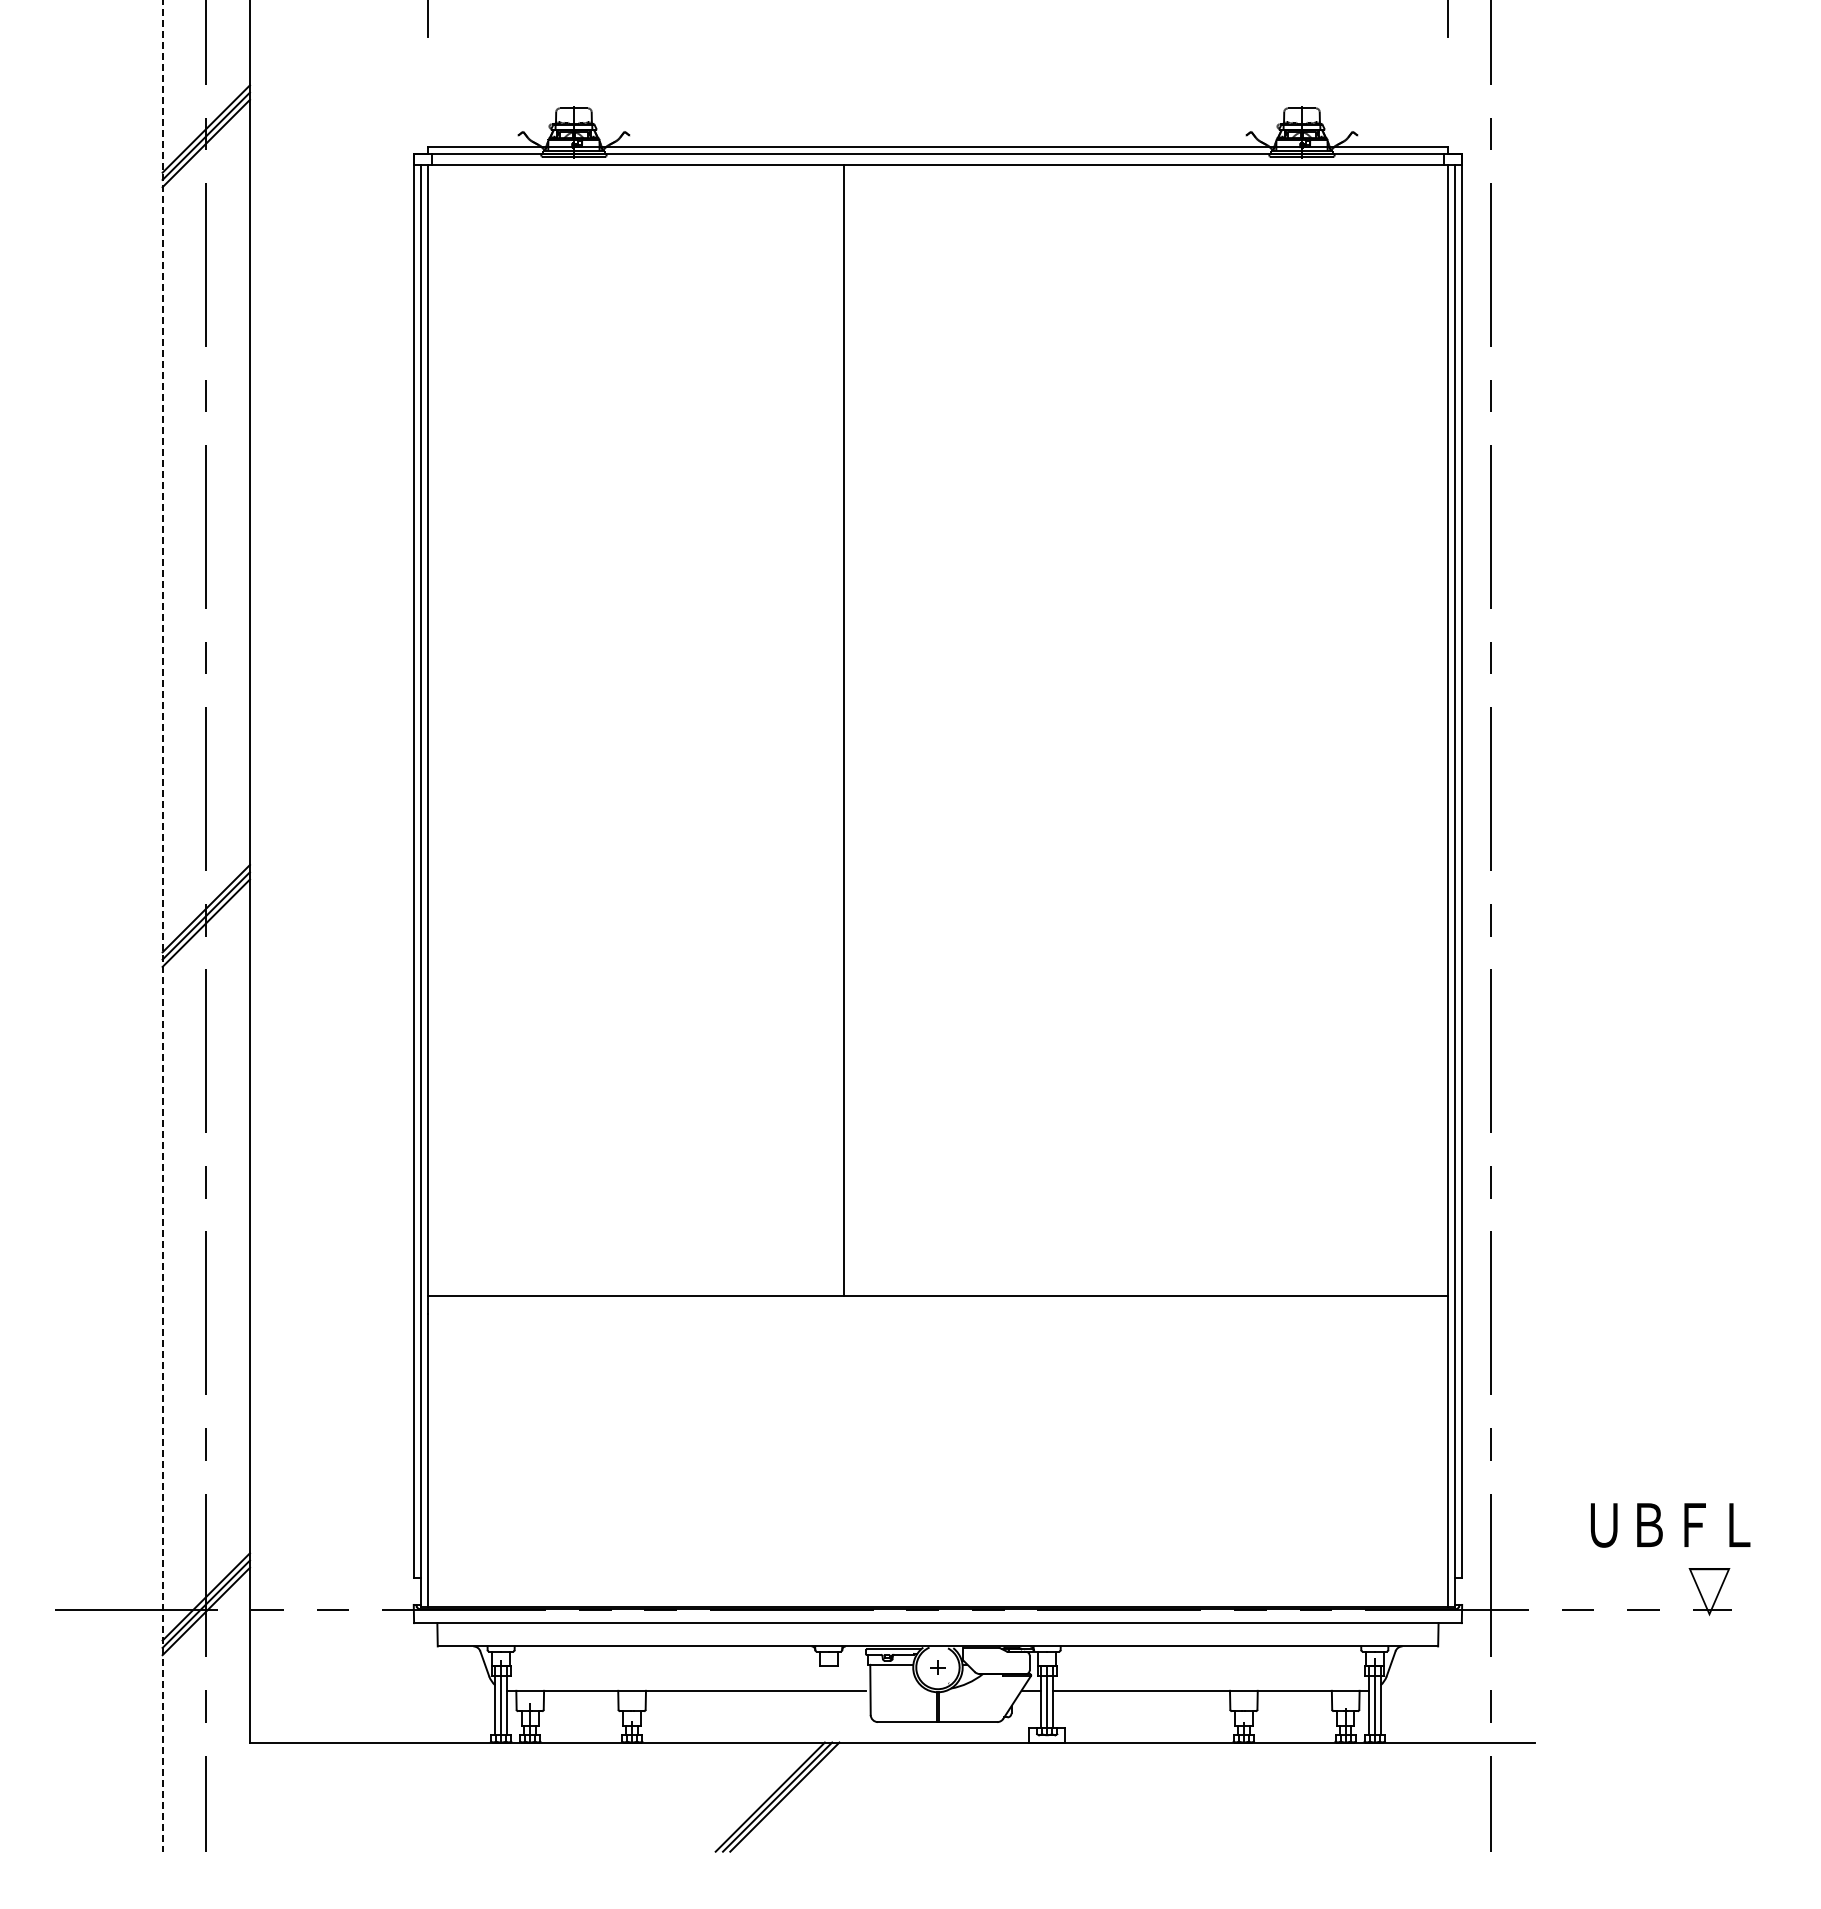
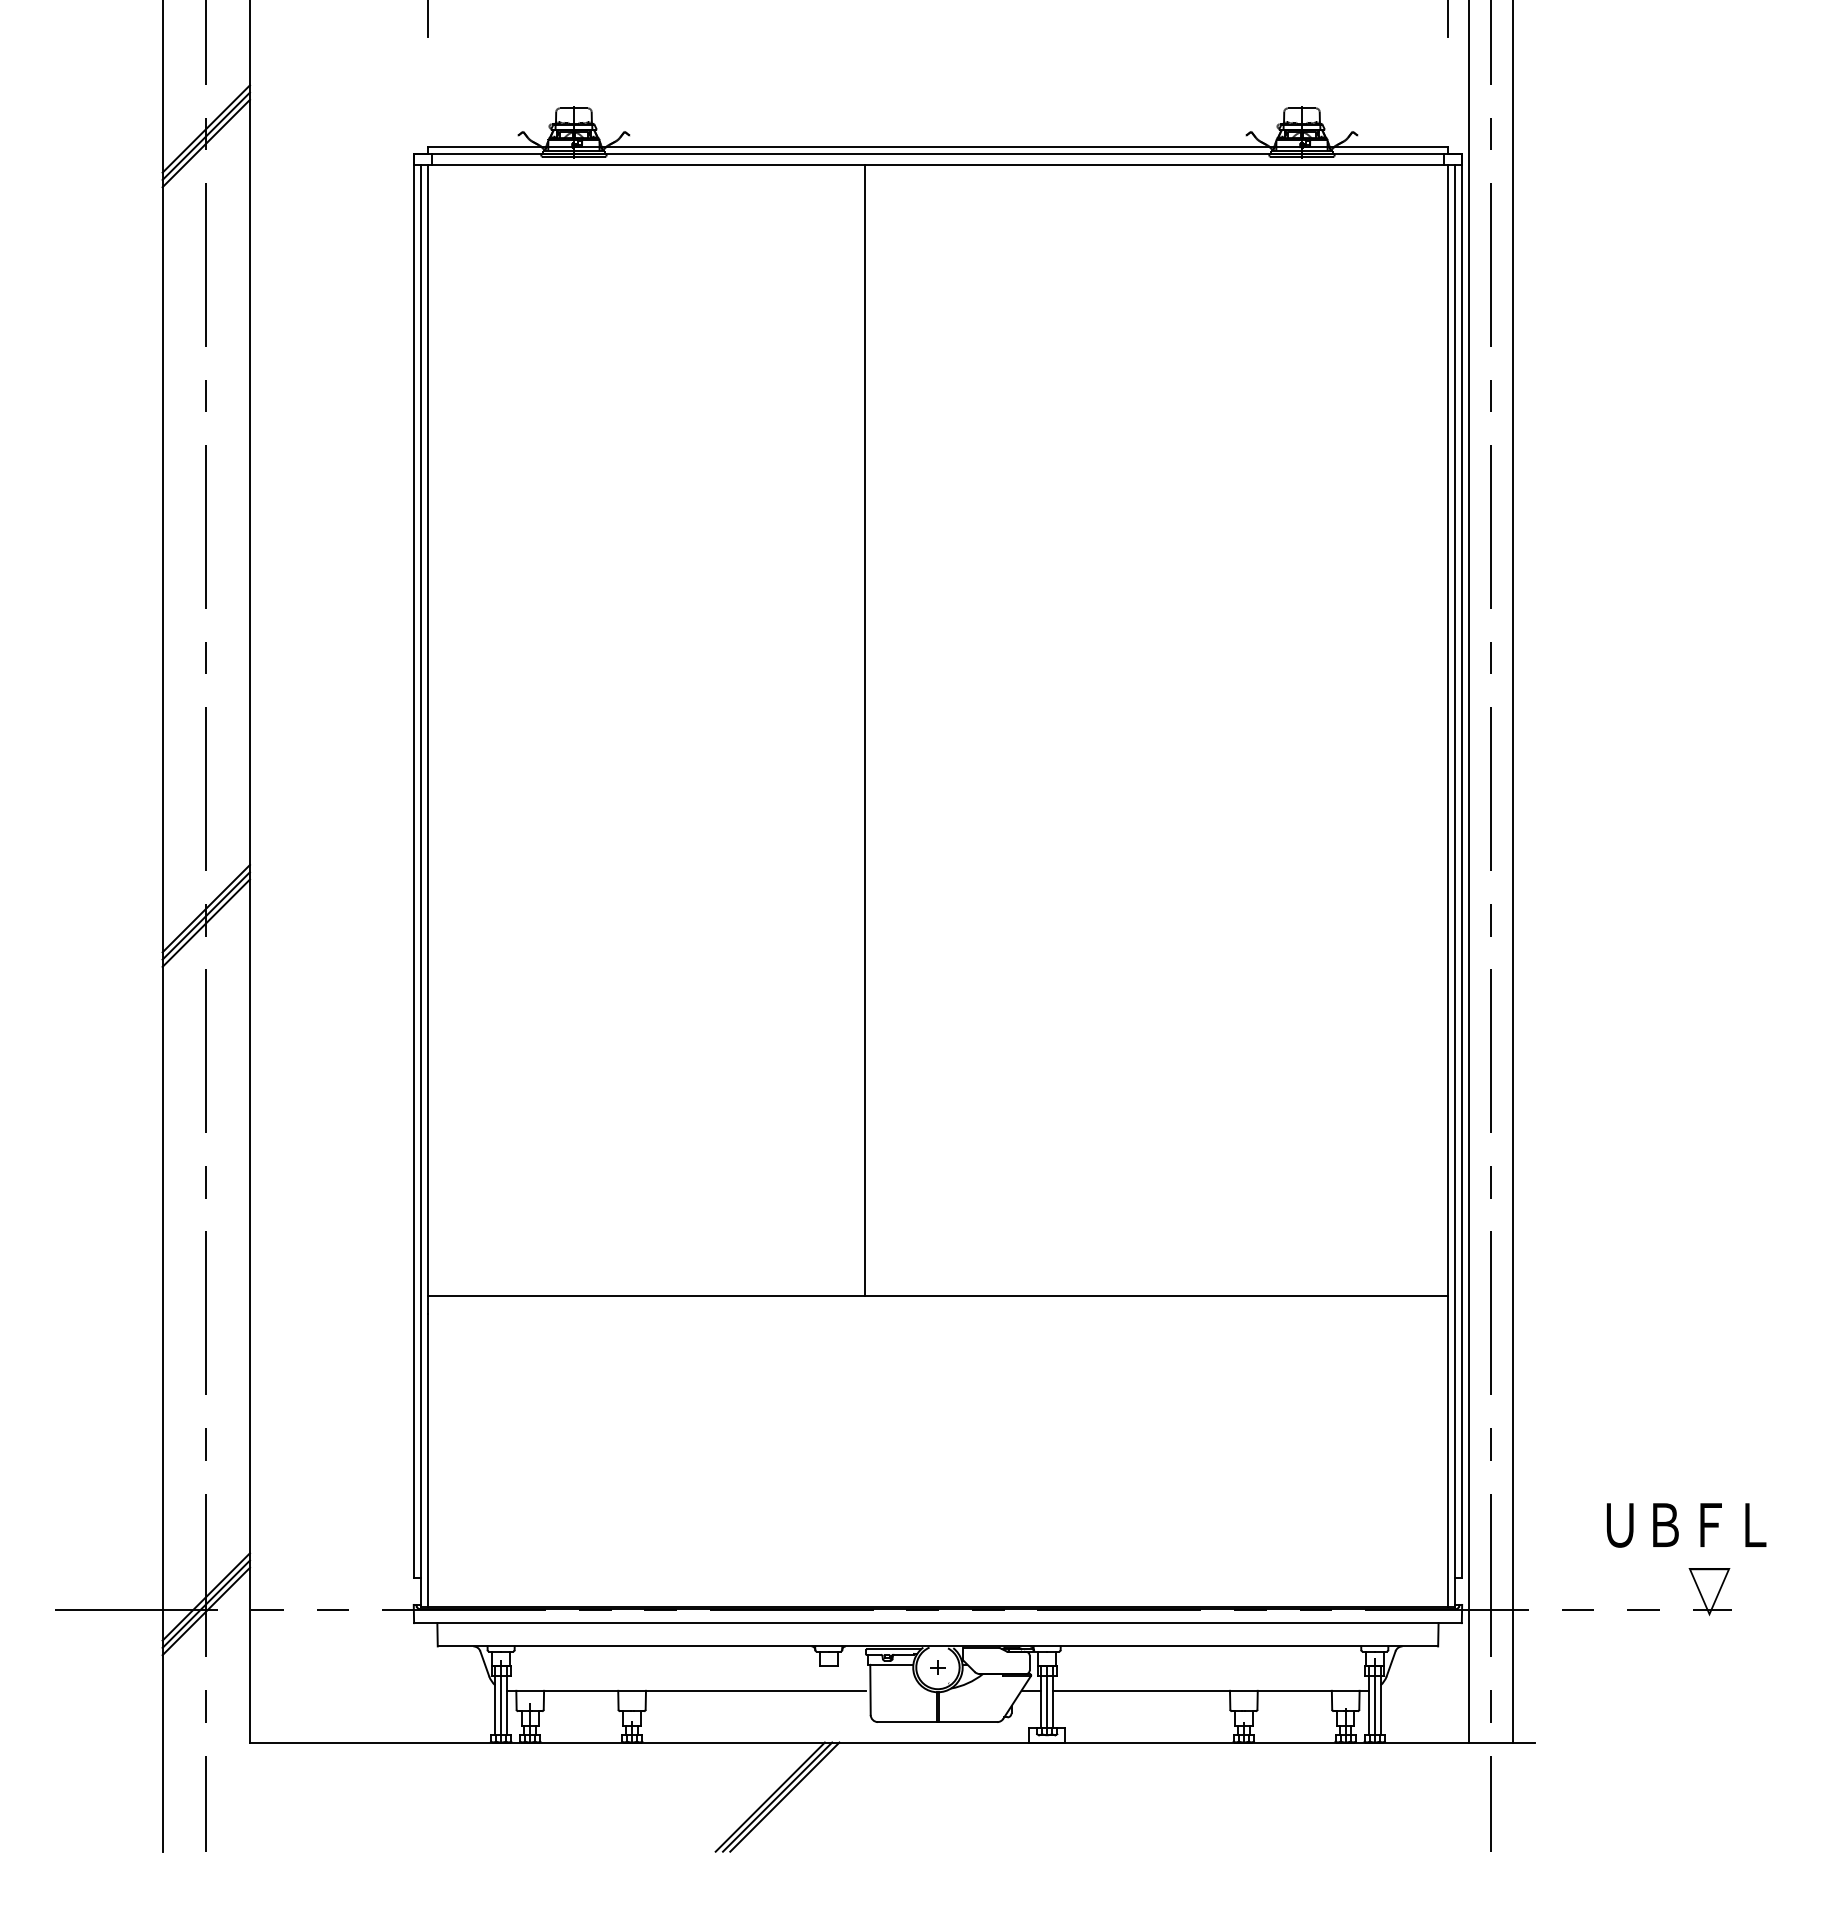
line at (844, 729) position: (844, 729) -> (865, 729)
line at (1469, 872): none -> present
line at (1513, 872): none -> present
line at (162, 926): dashed -> solid
text at (1670, 1525) position: (1670, 1525) -> (1686, 1525)
